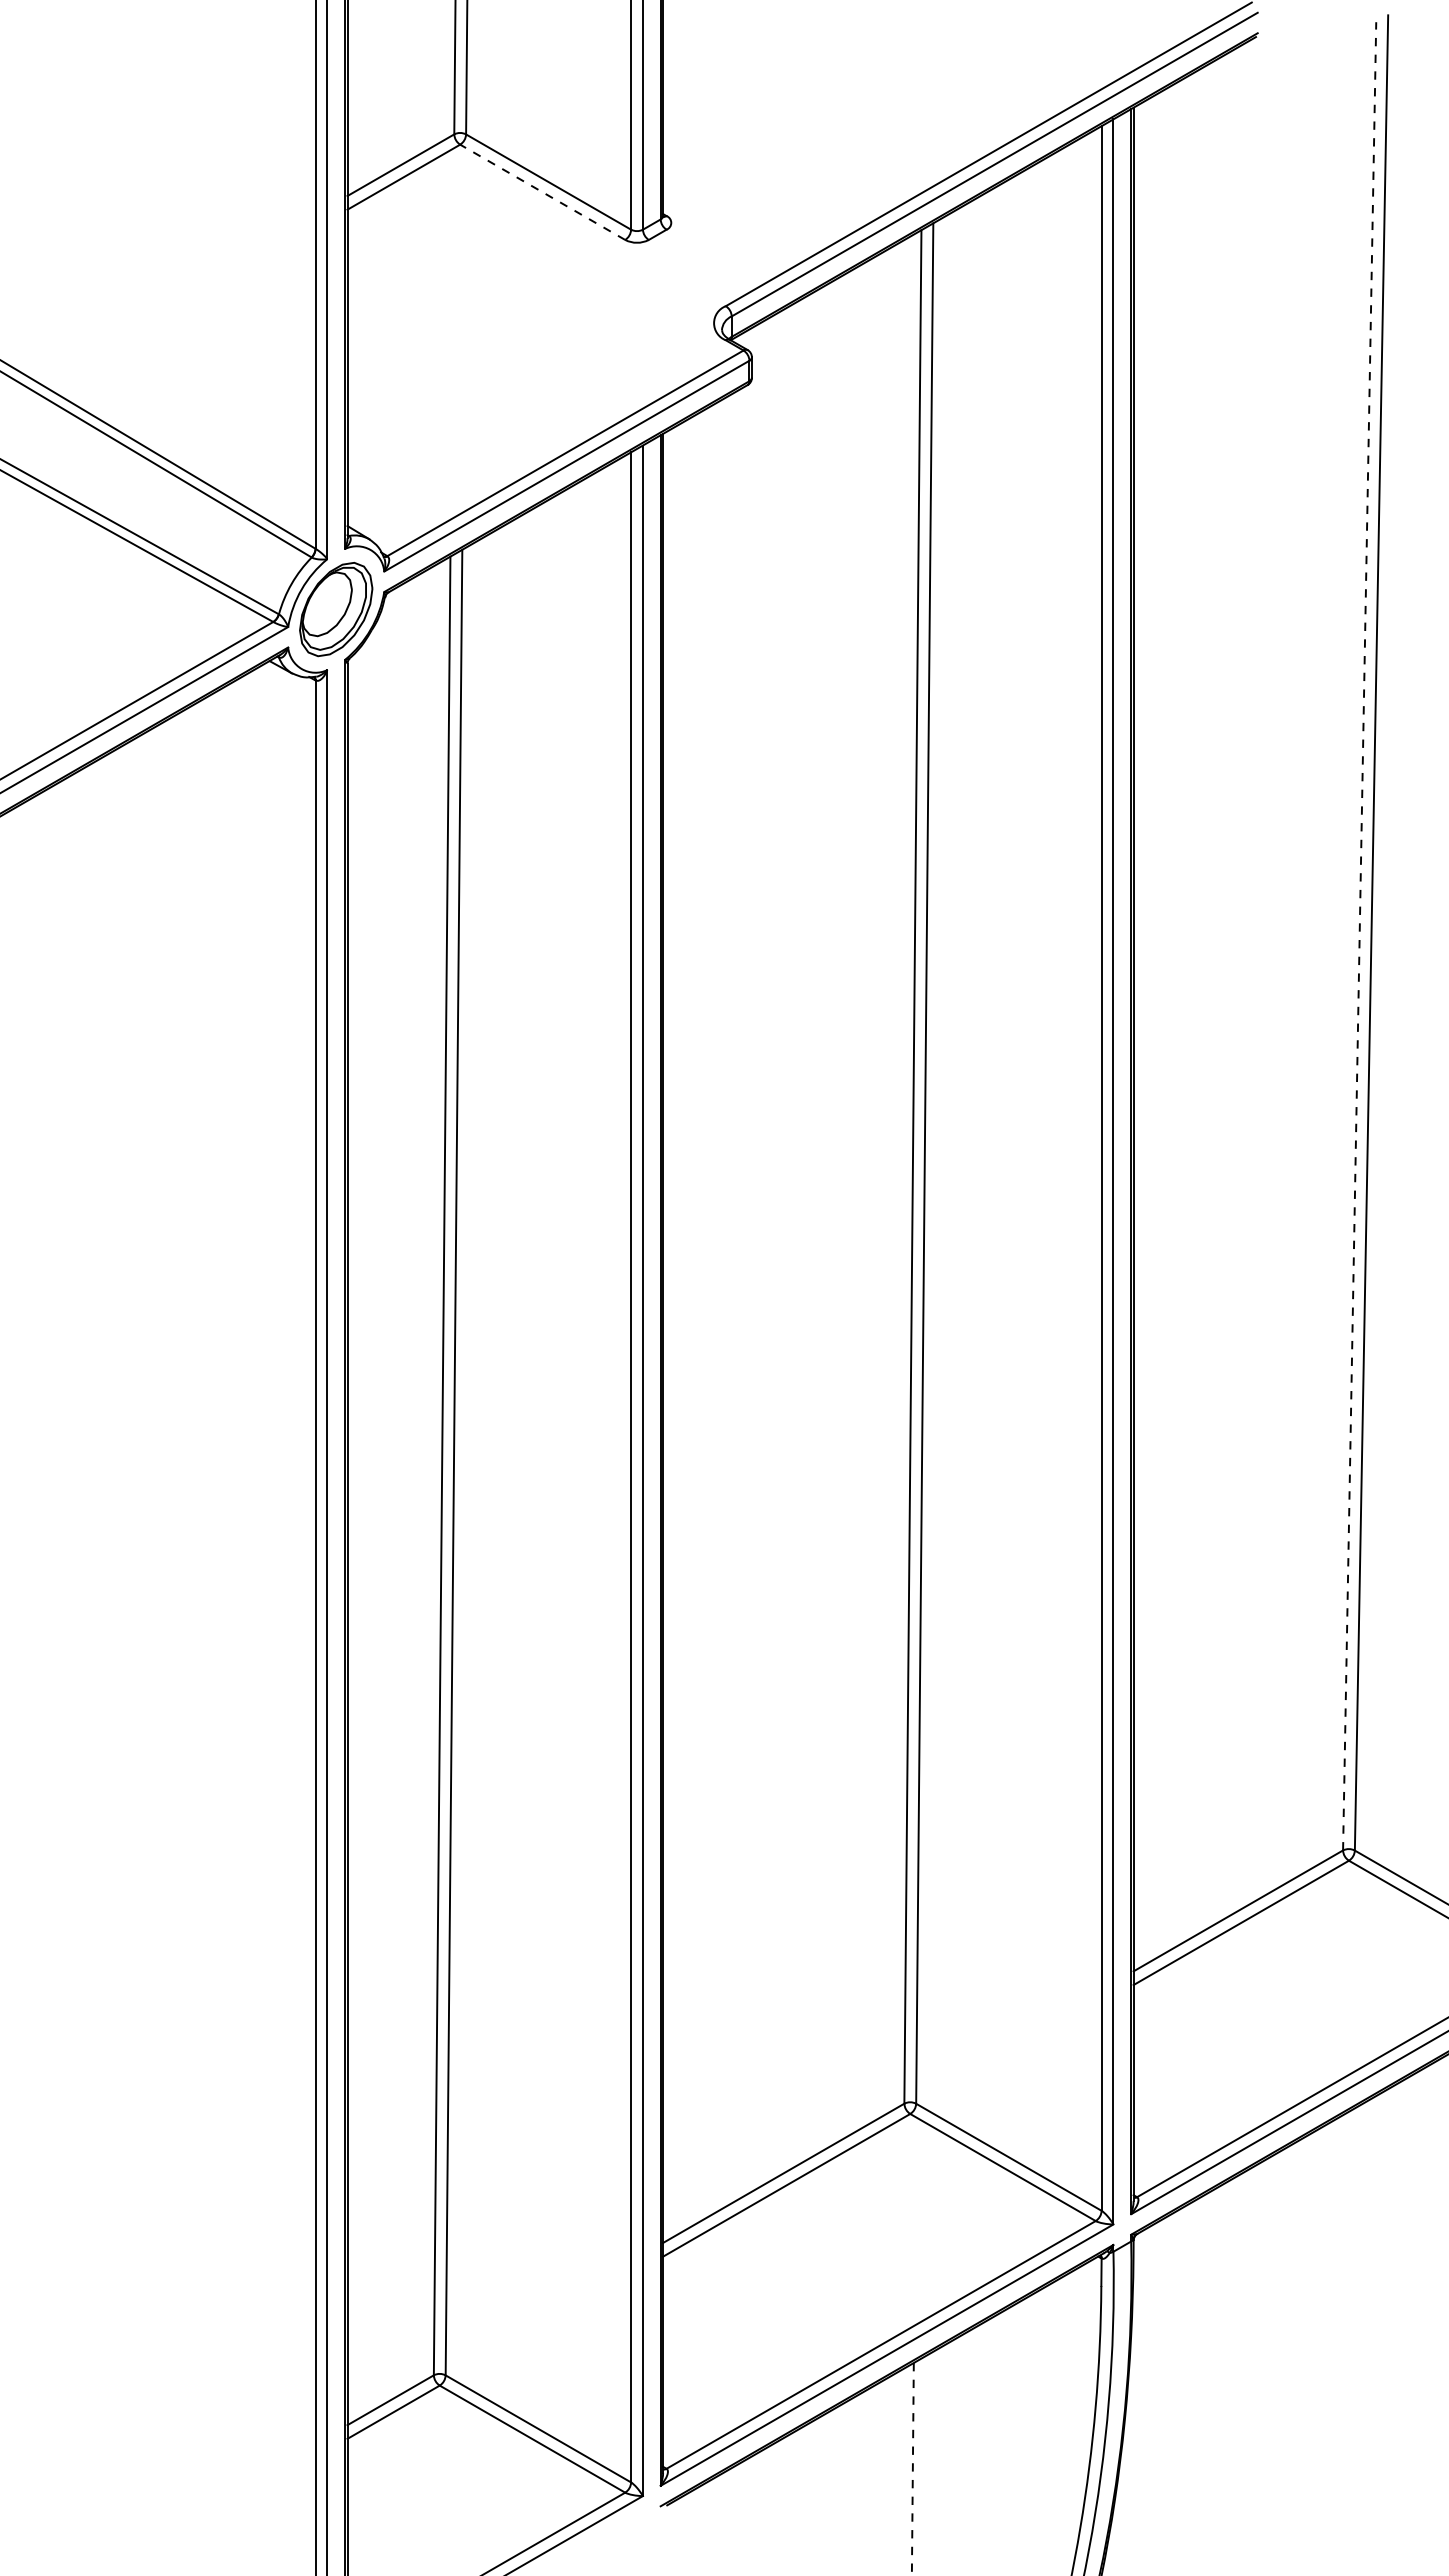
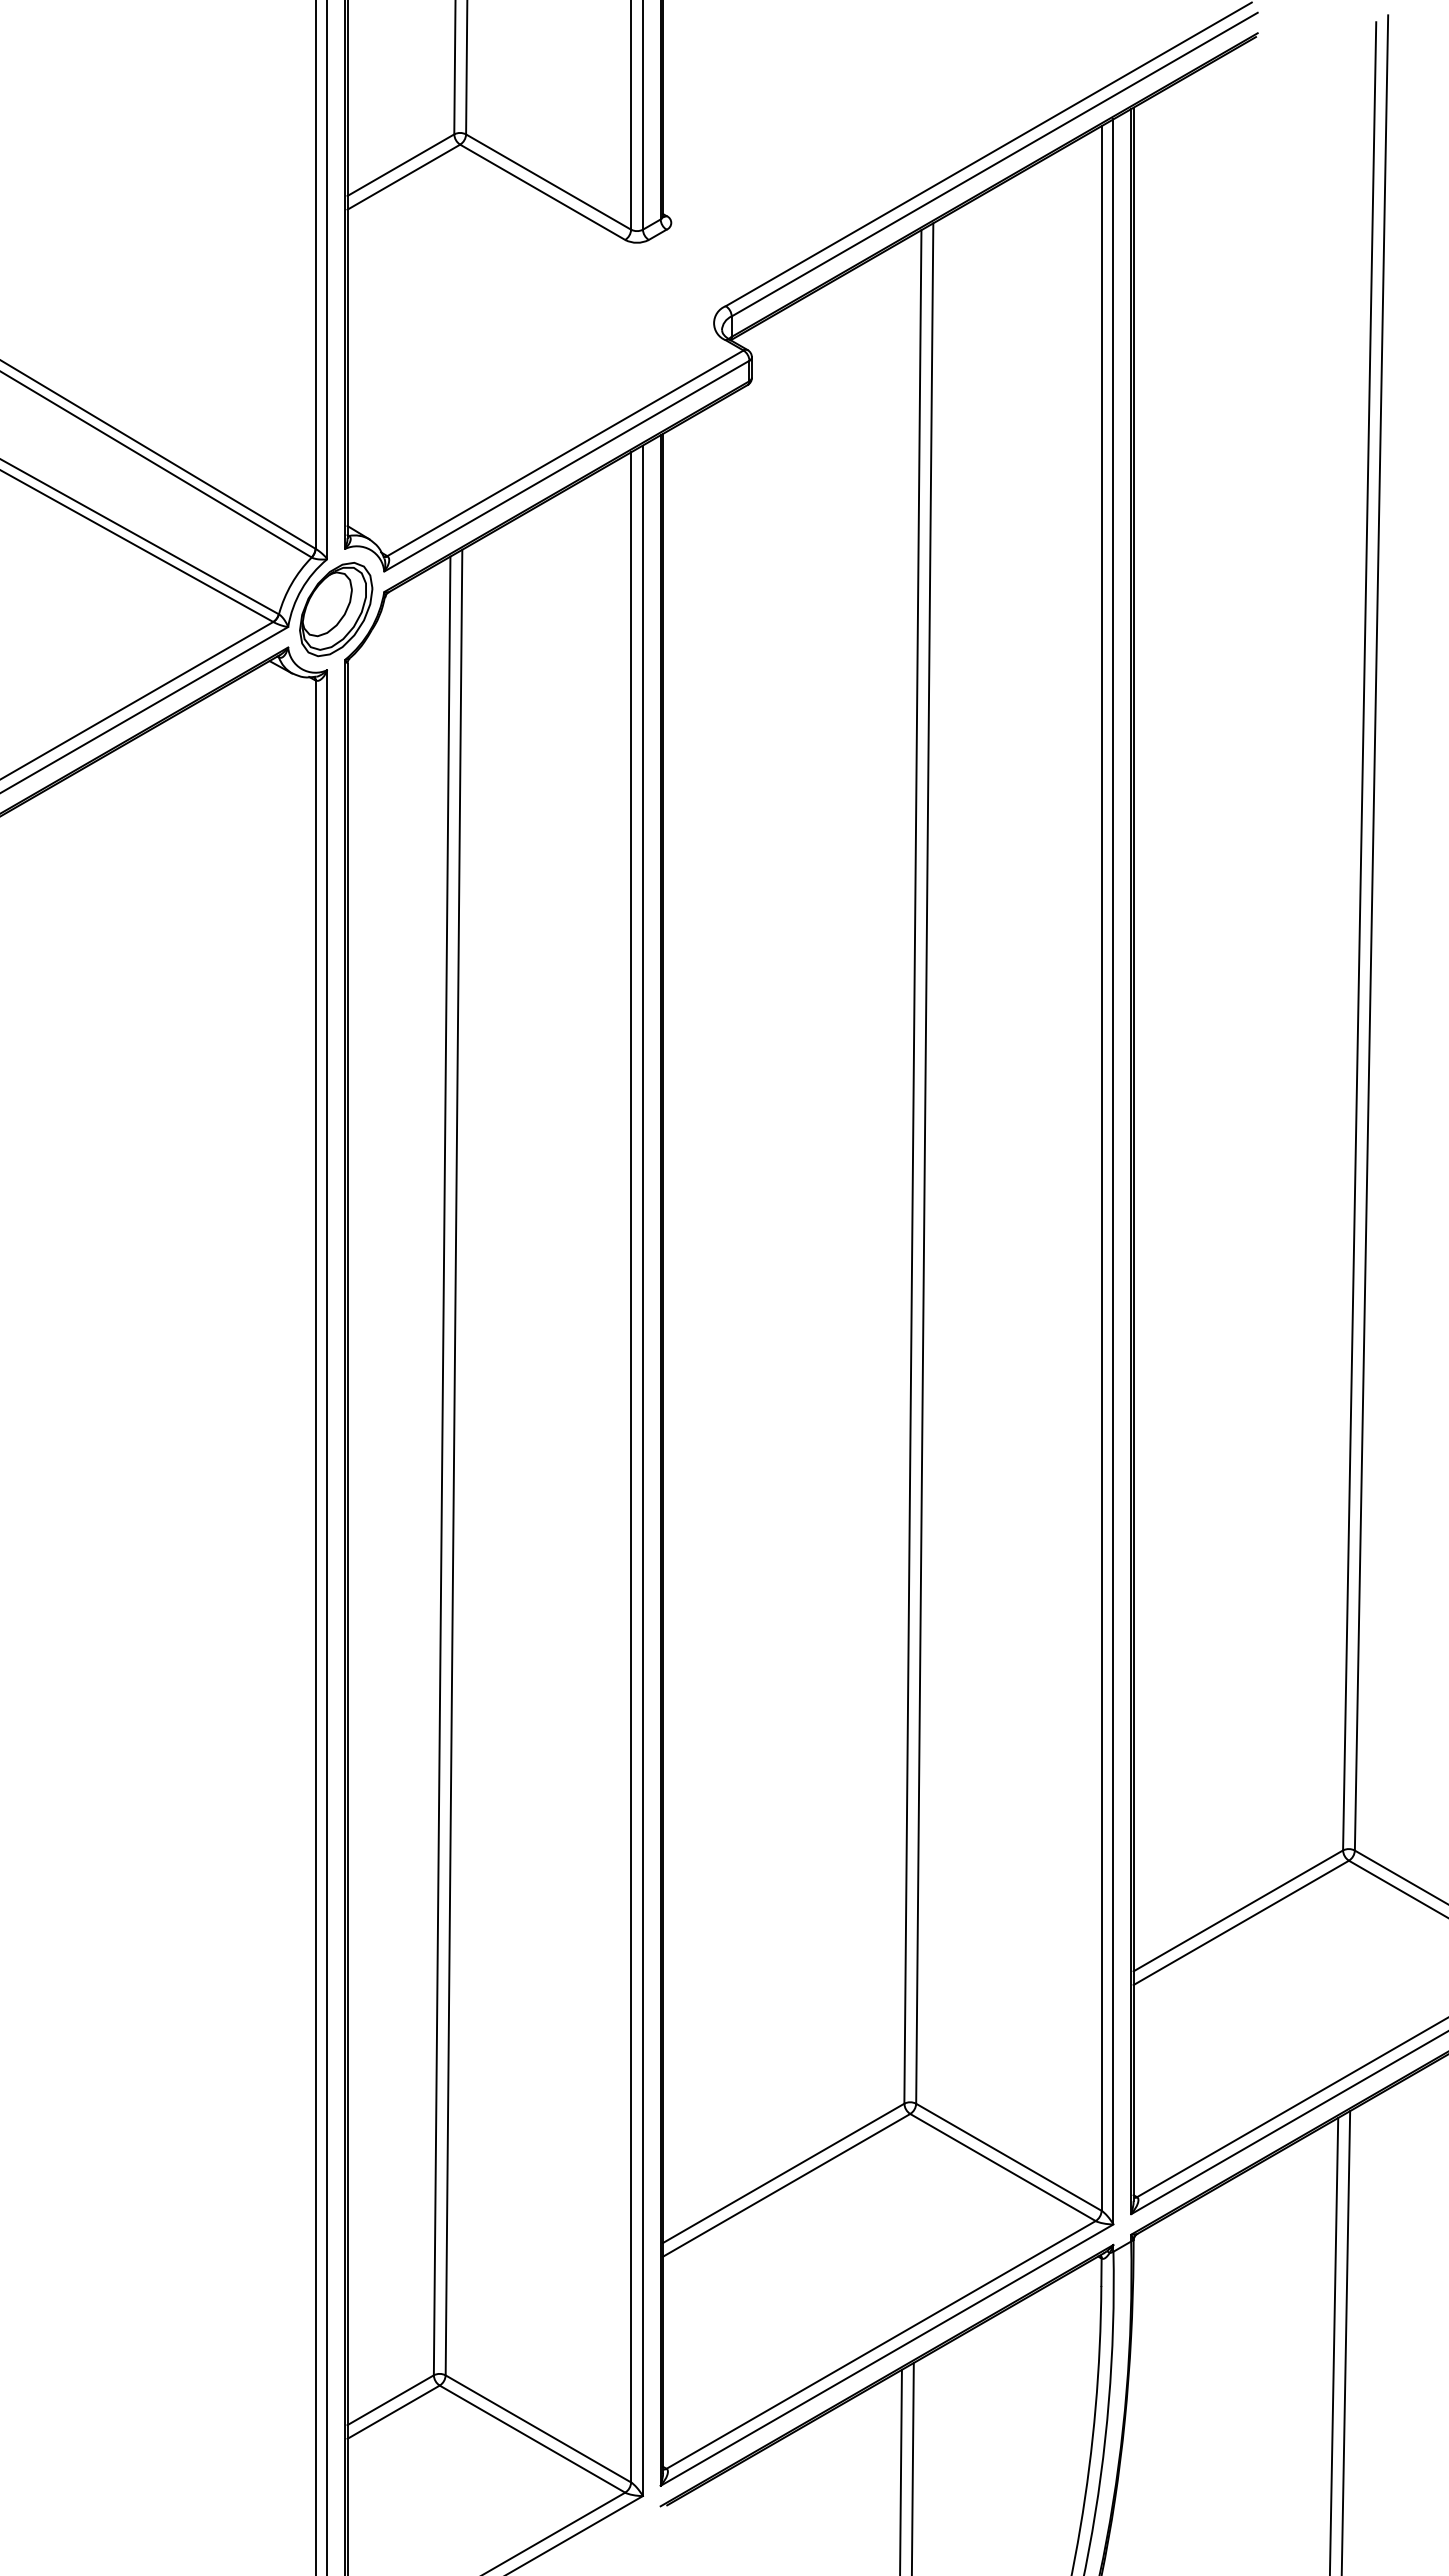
line at (542, 192): dashed -> solid
line at (1359, 935): dashed -> solid
line at (1345, 2341): none -> present
line at (1333, 2345): none -> present
line at (912, 2469): dashed -> solid
line at (900, 2470): none -> present
